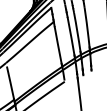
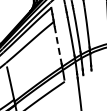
line at (57, 44): solid -> dashed
